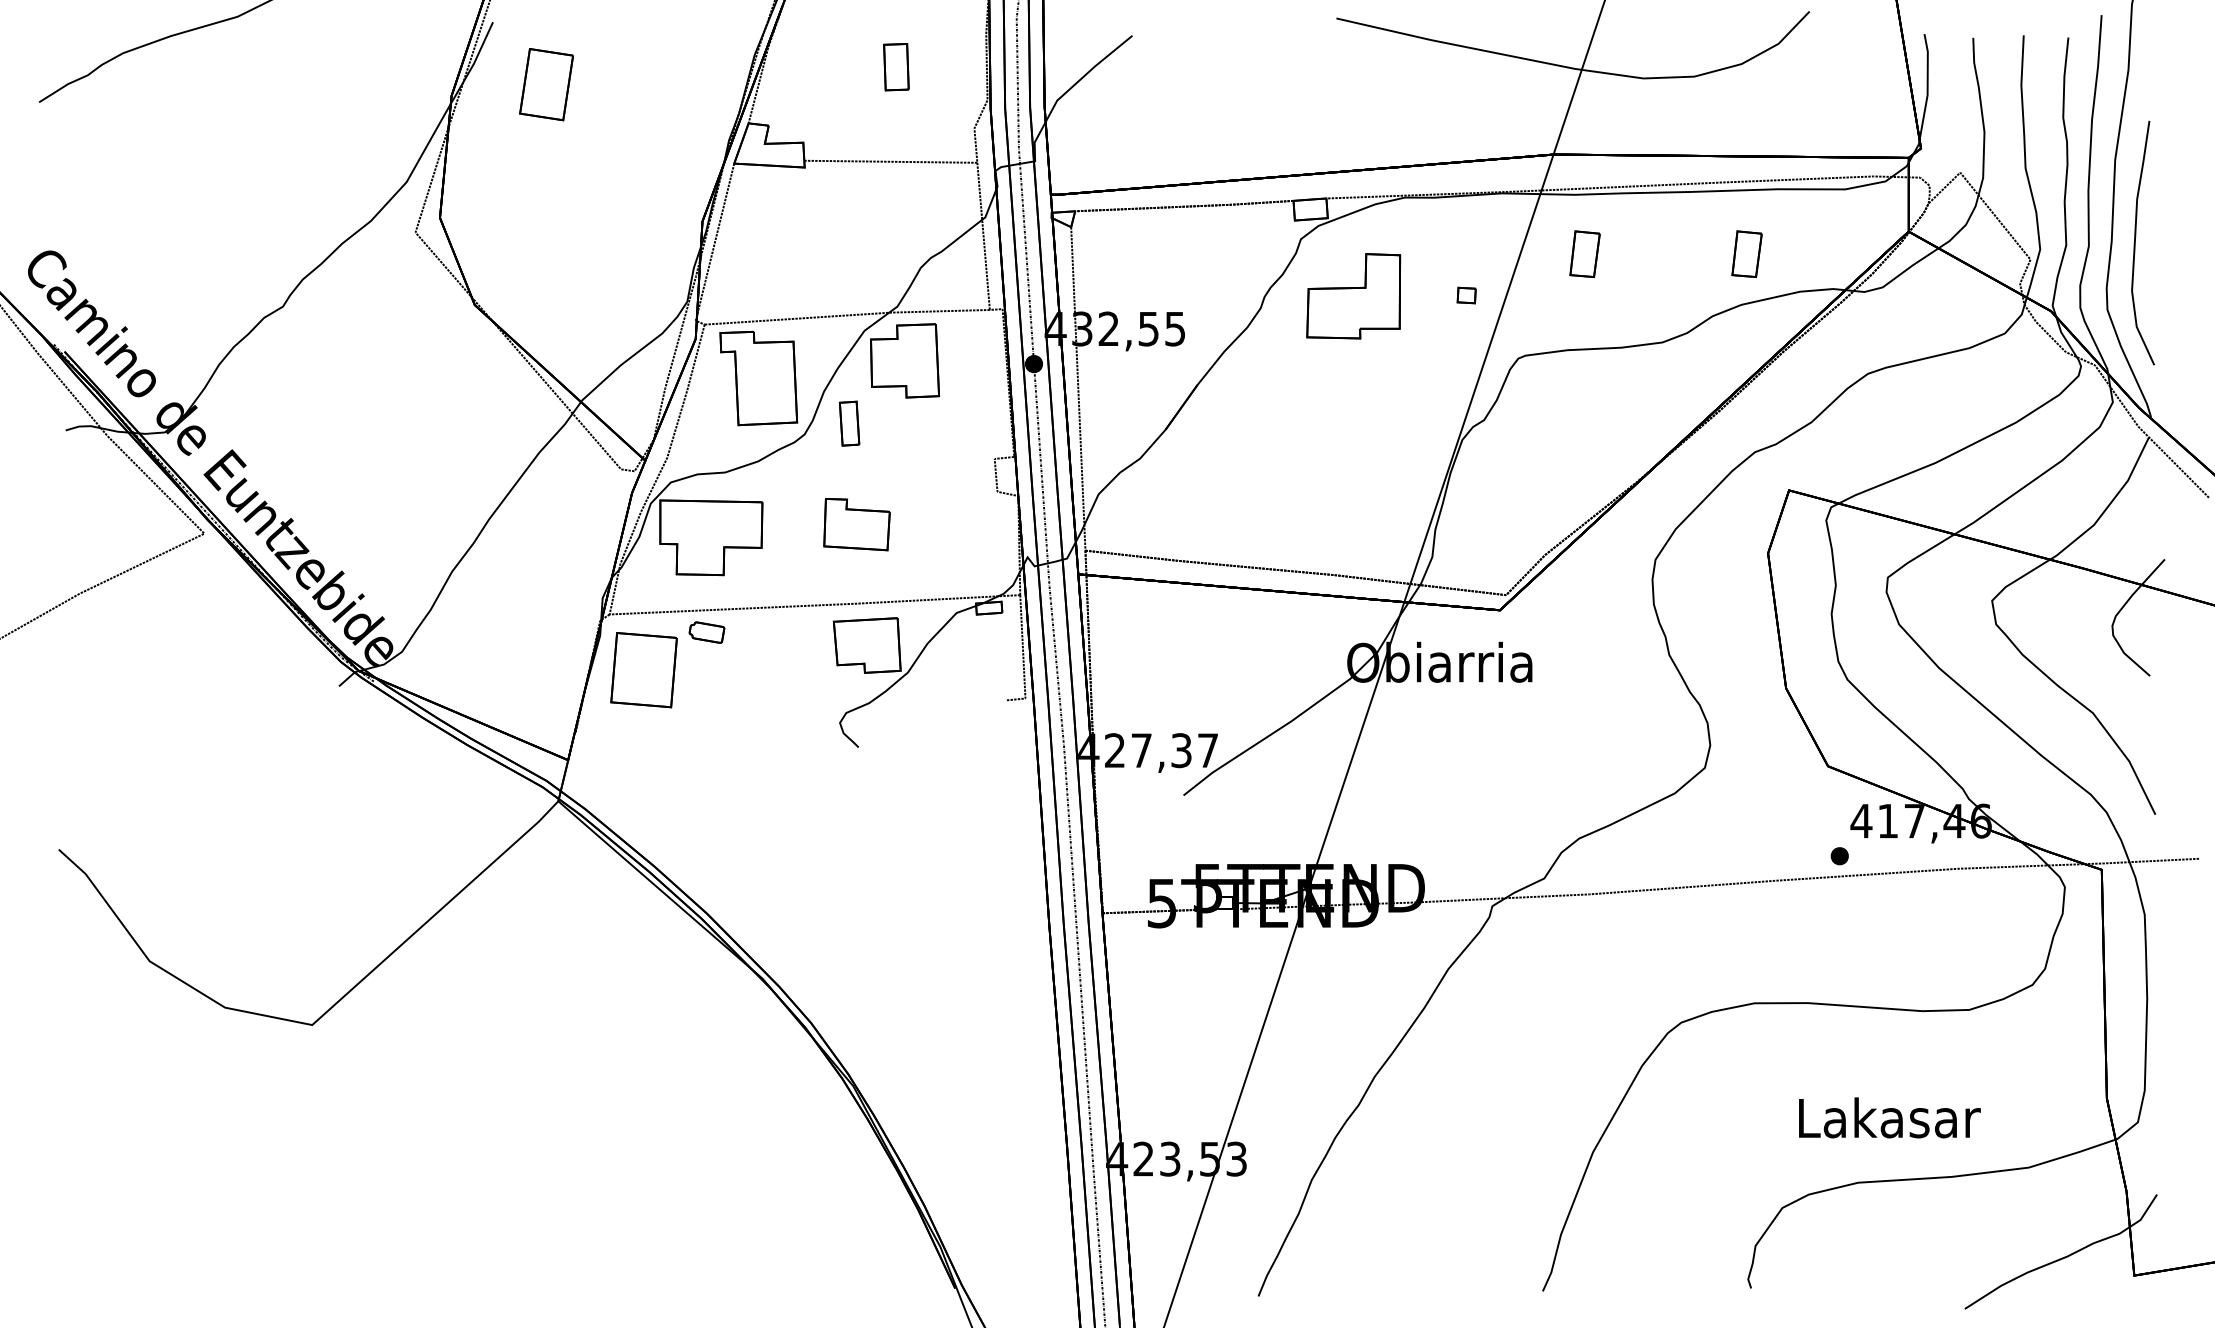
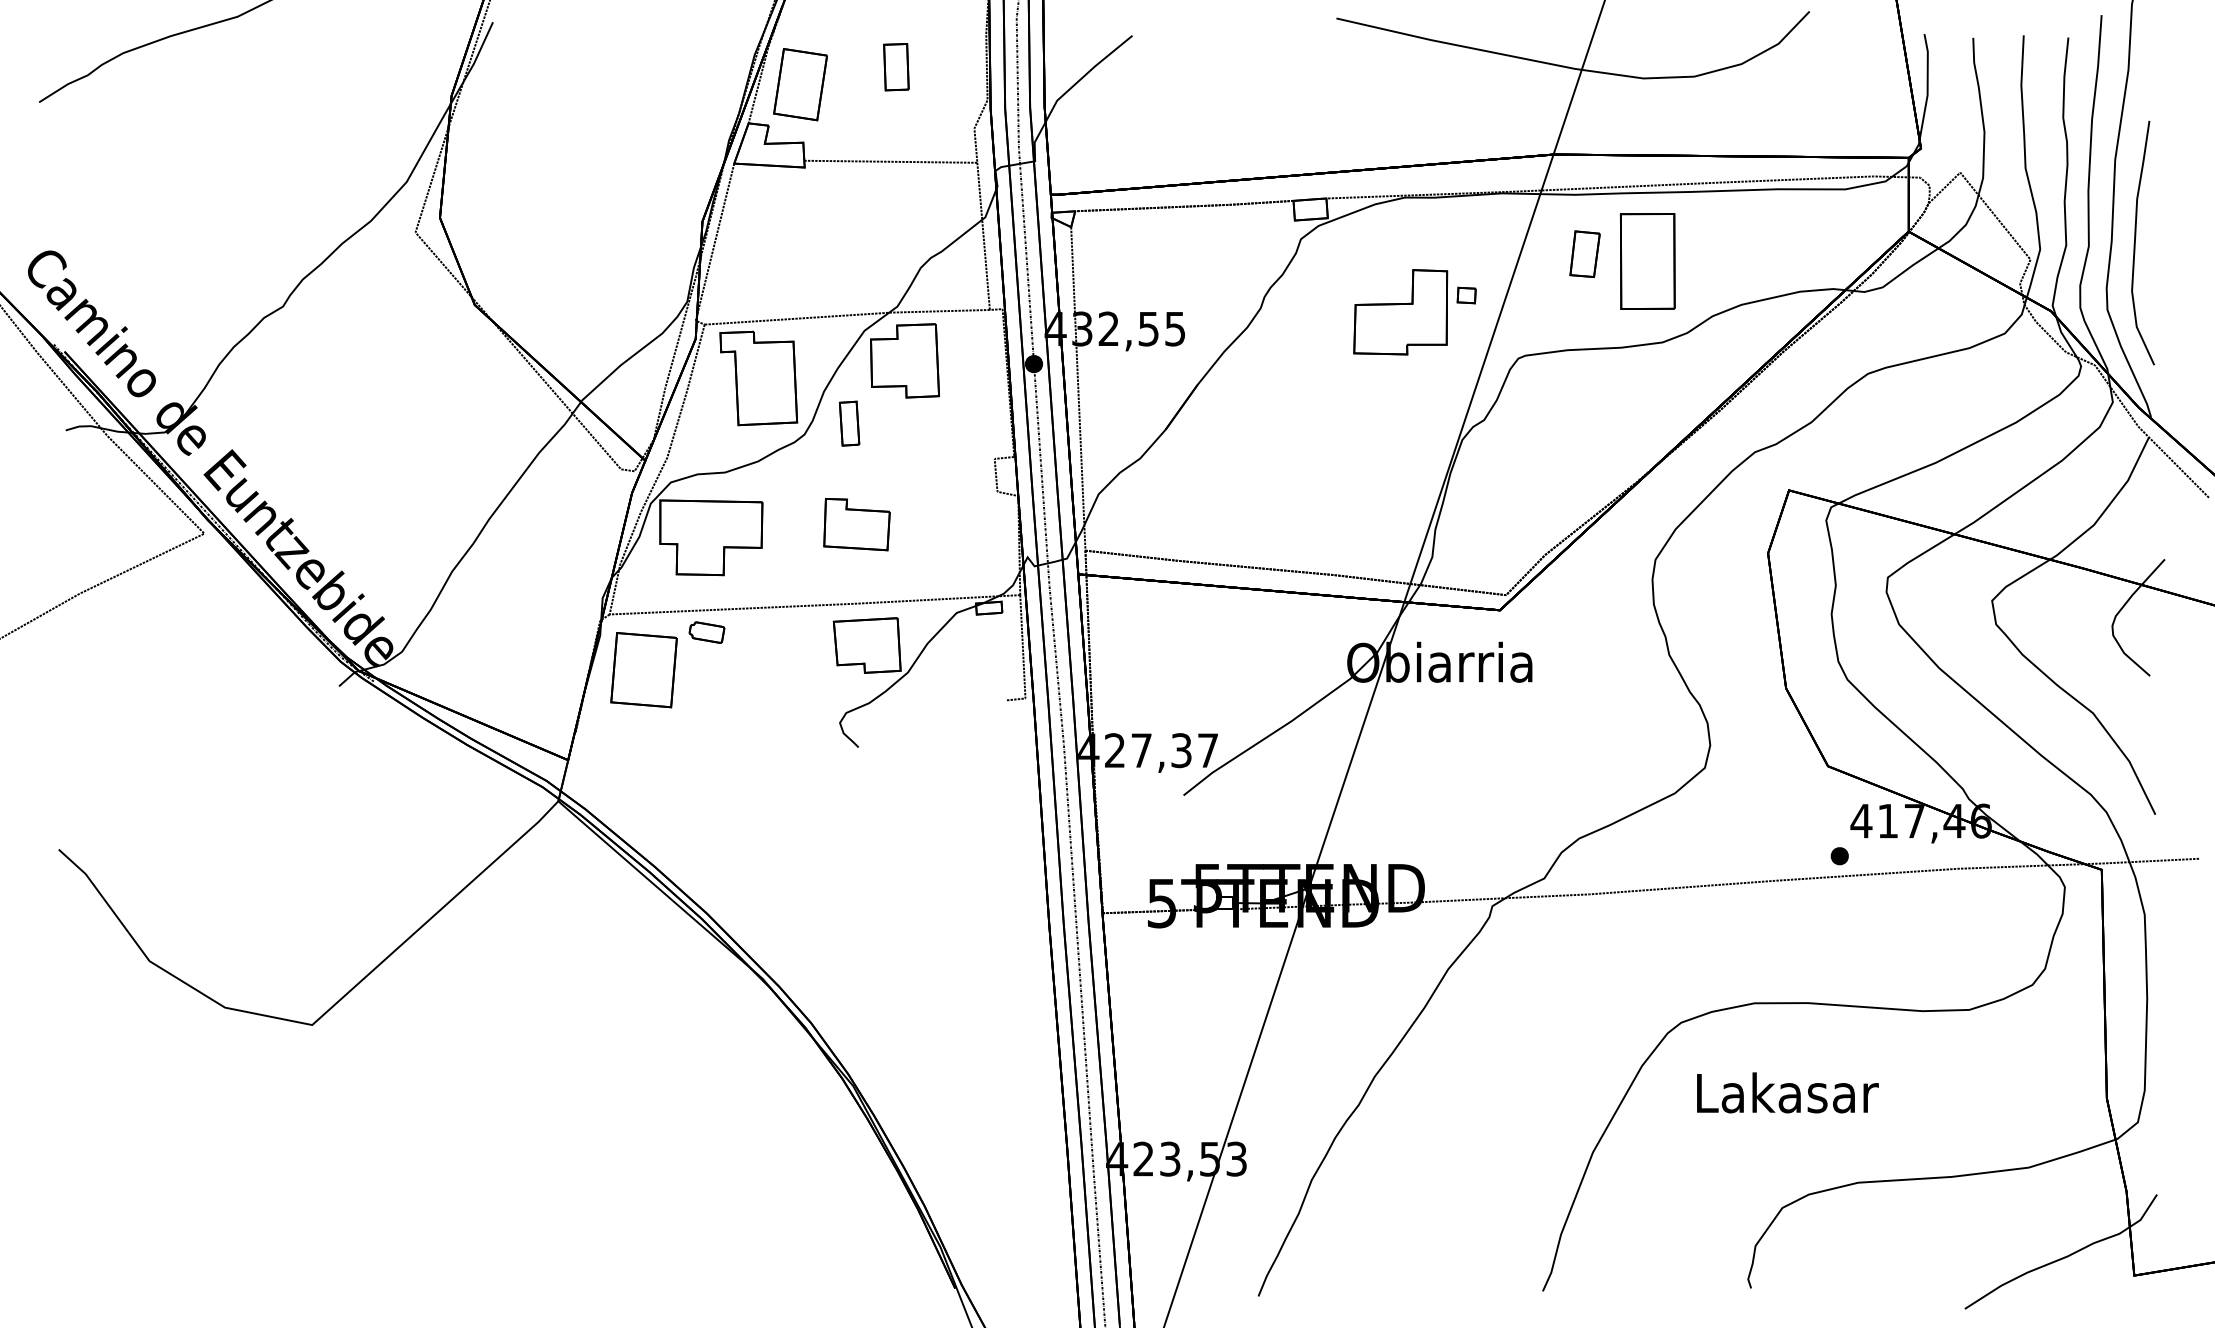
part at (546, 84) position: (546, 84) -> (800, 84)
part at (1746, 253): present -> none
part at (1647, 261): none -> present
part at (1353, 296) position: (1353, 296) -> (1400, 312)
text at (1889, 1117) position: (1889, 1117) -> (1787, 1092)
